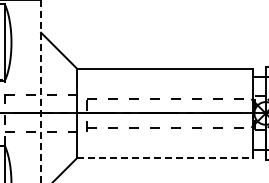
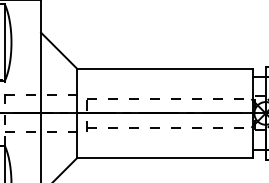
line at (41, 91): dashed -> solid
line at (165, 157): dashed -> solid
